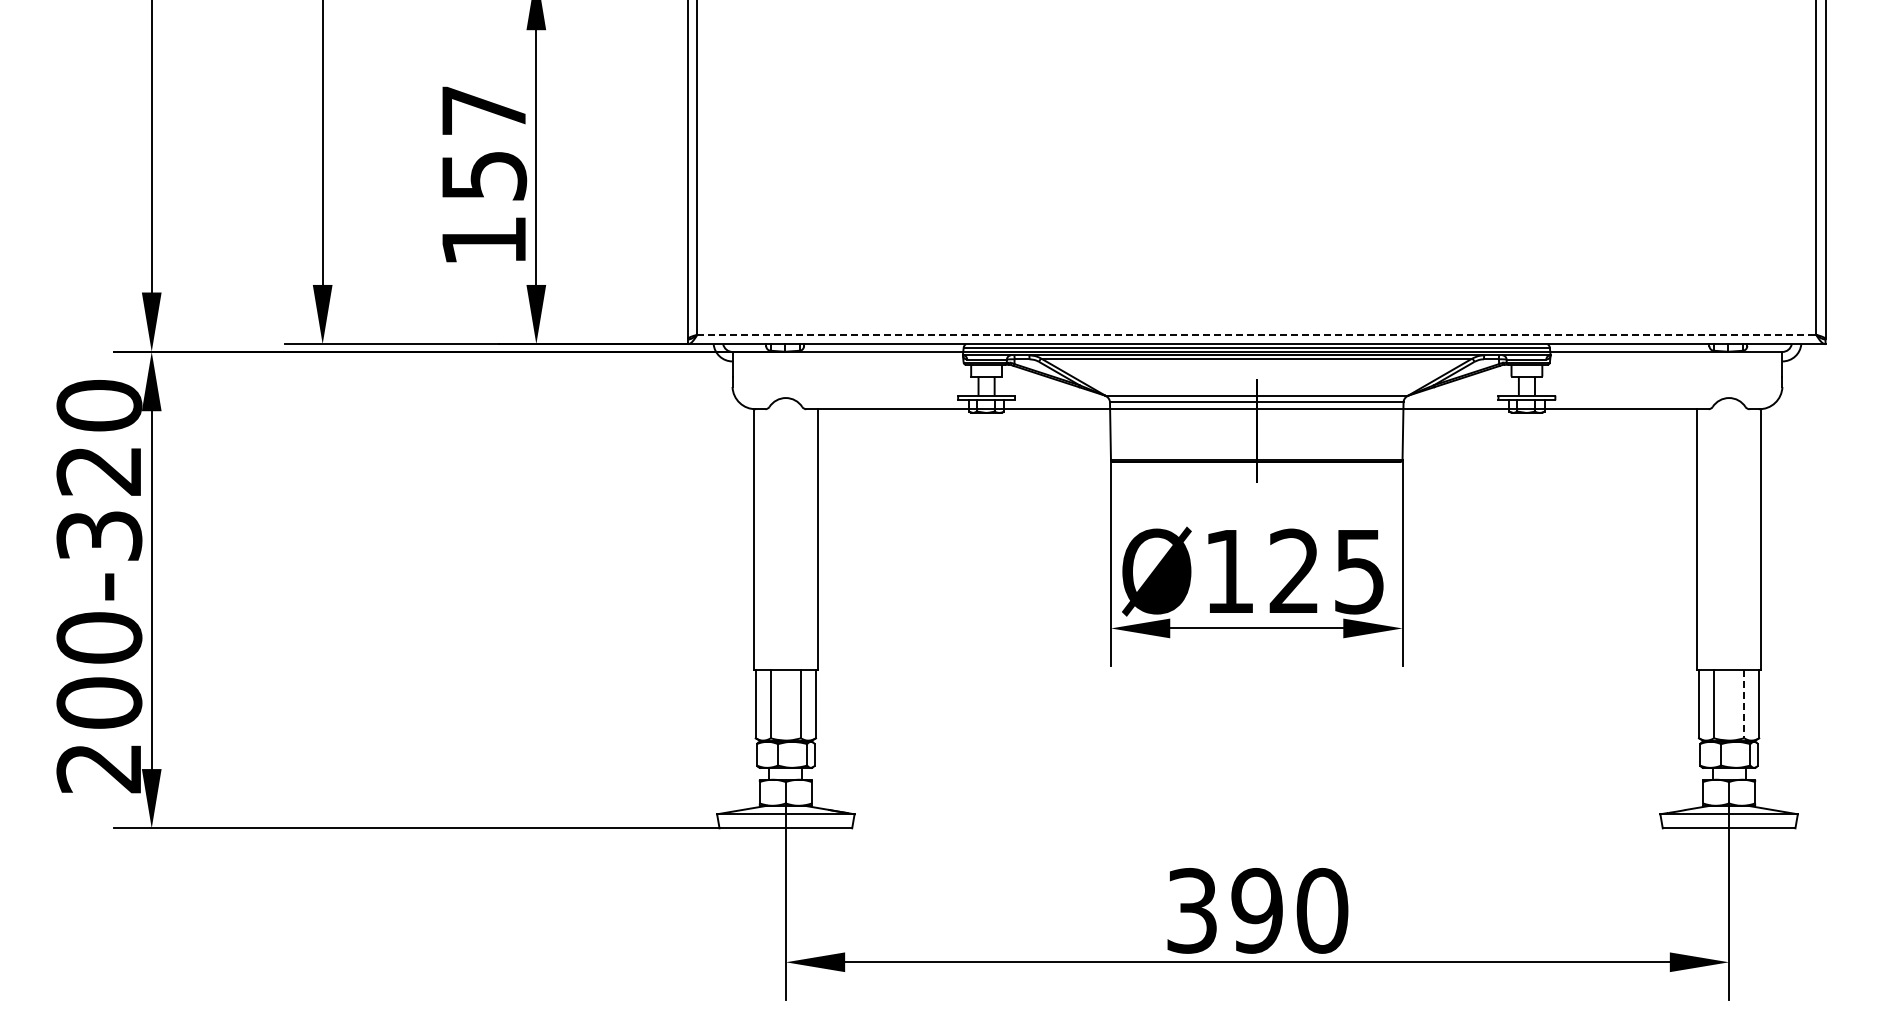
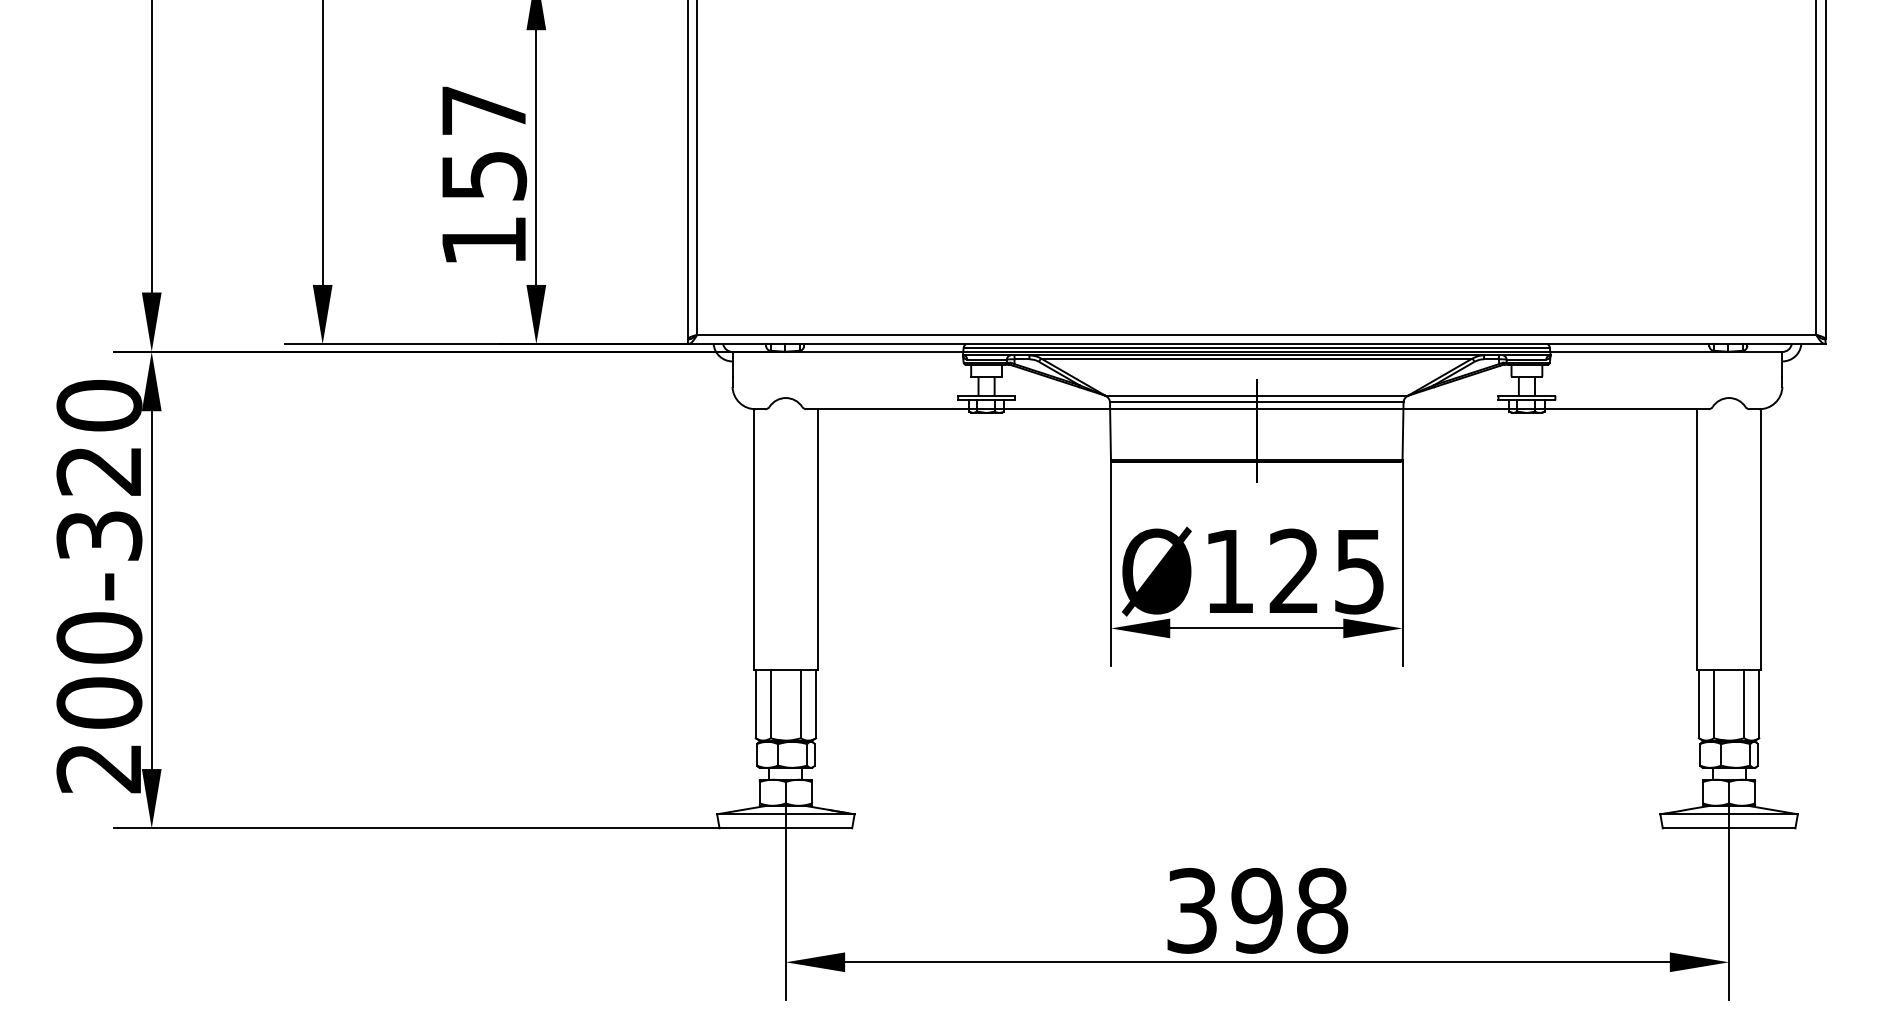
line at (1257, 334): dashed -> solid
line at (1744, 704): dashed -> solid
text at (1322, 910): 390 -> 398
